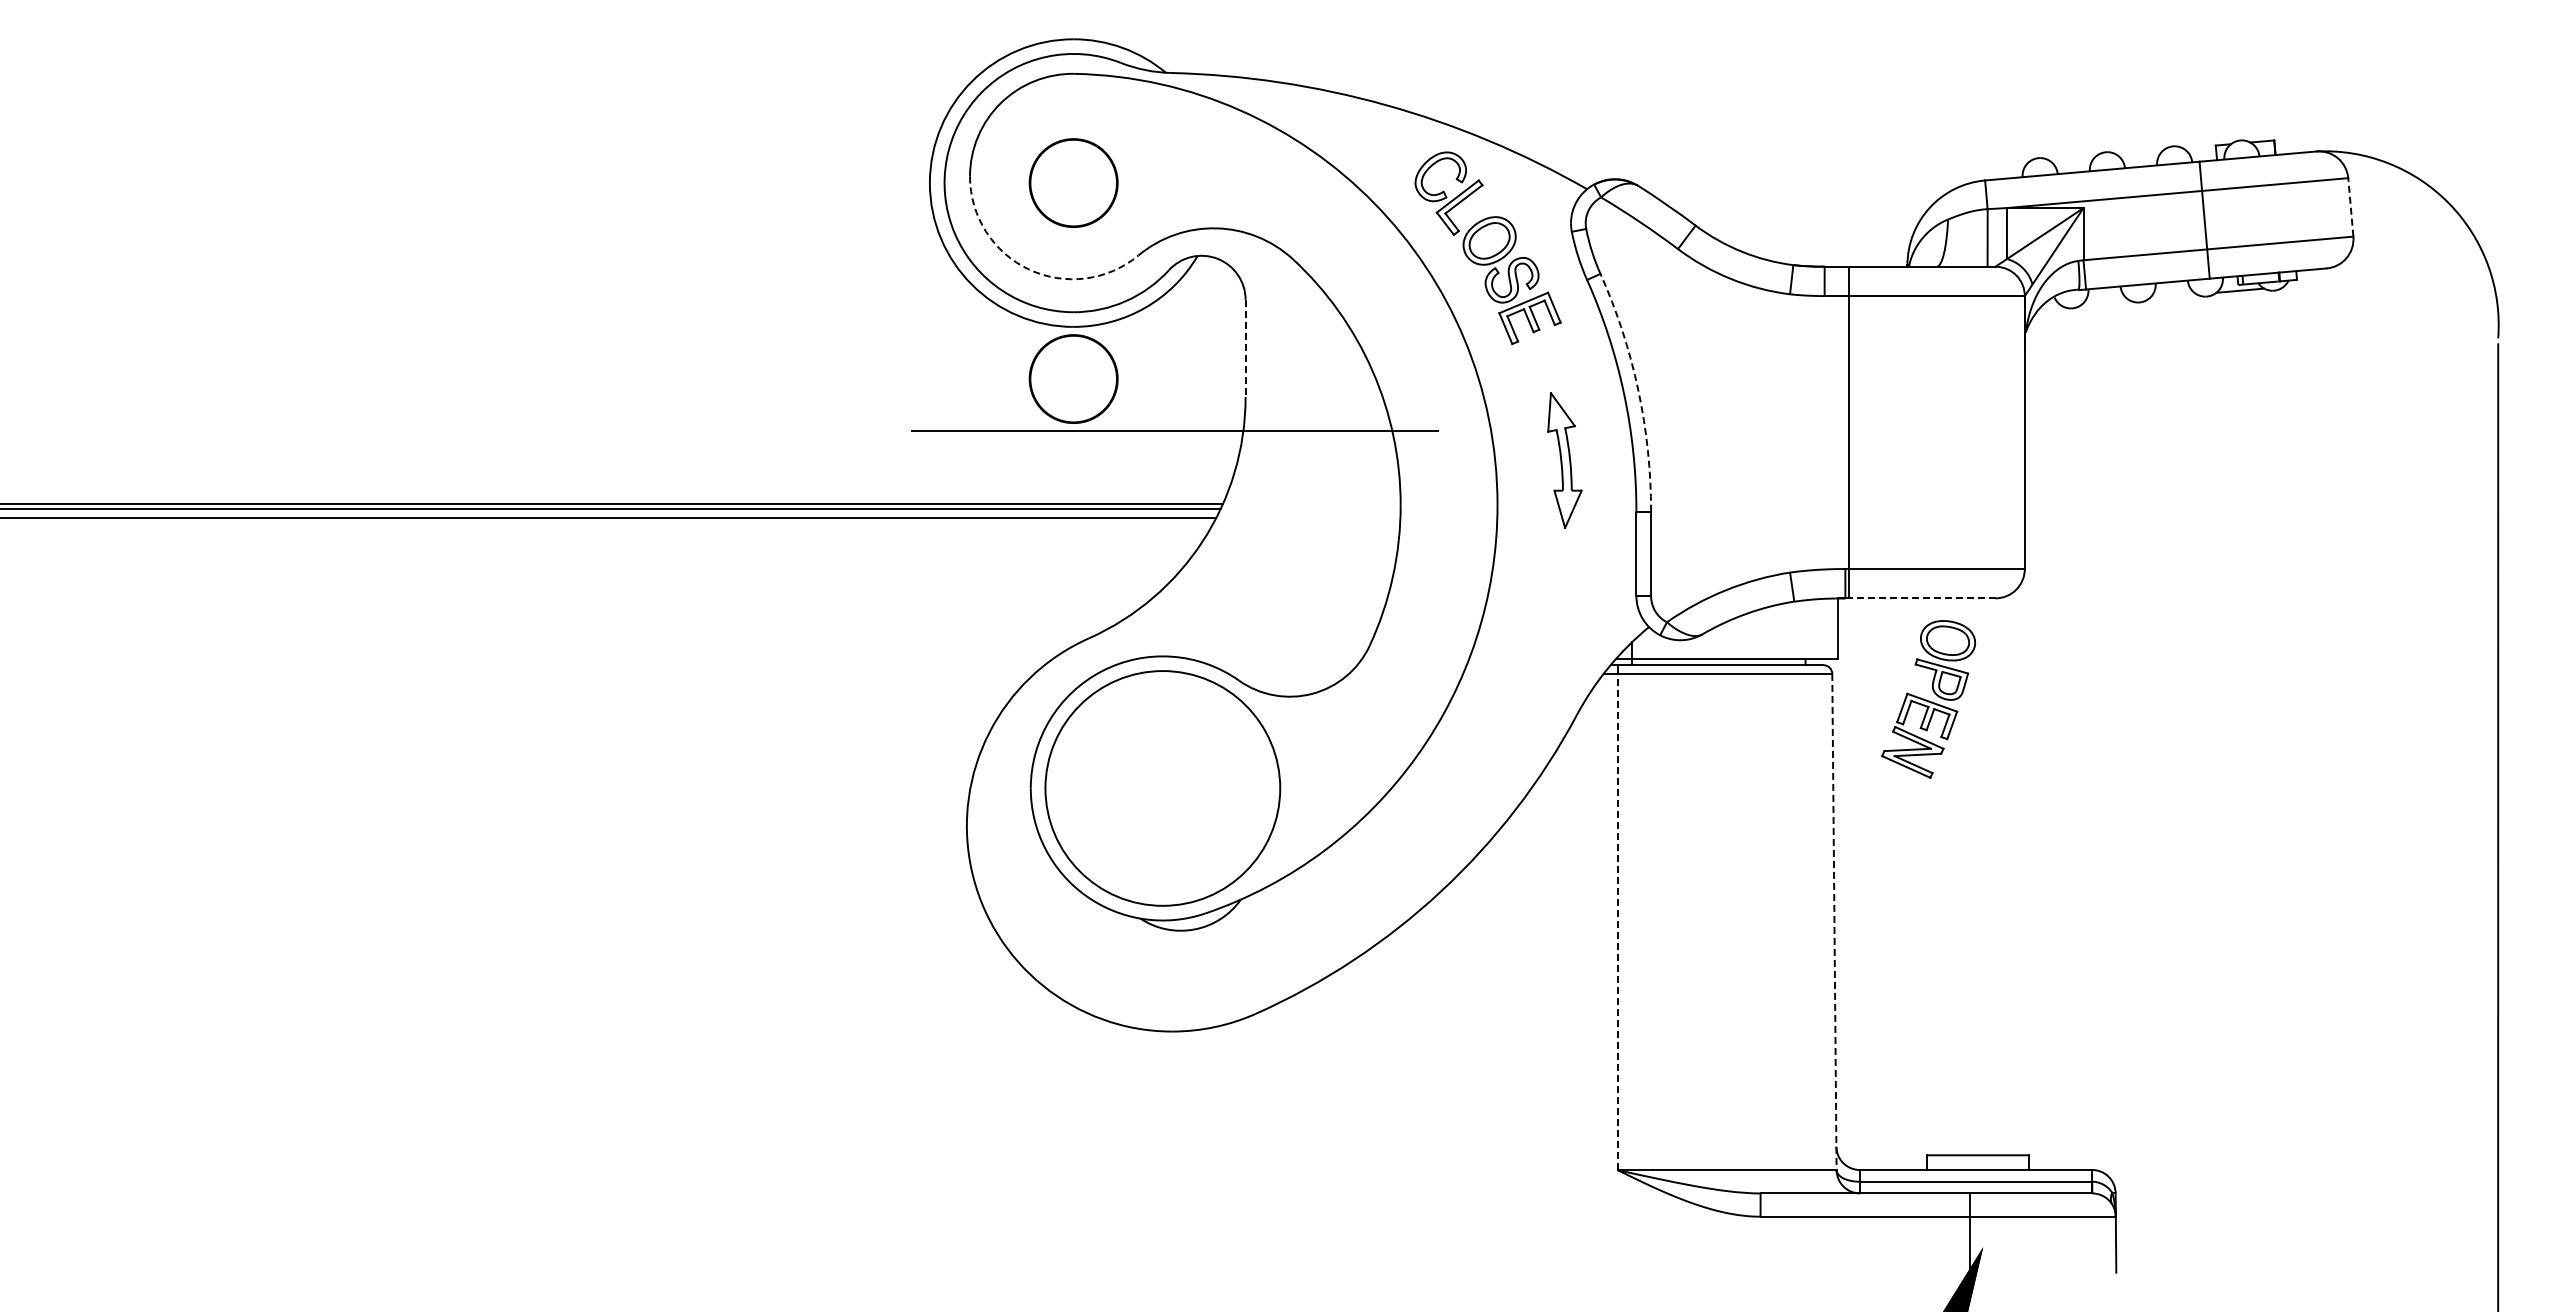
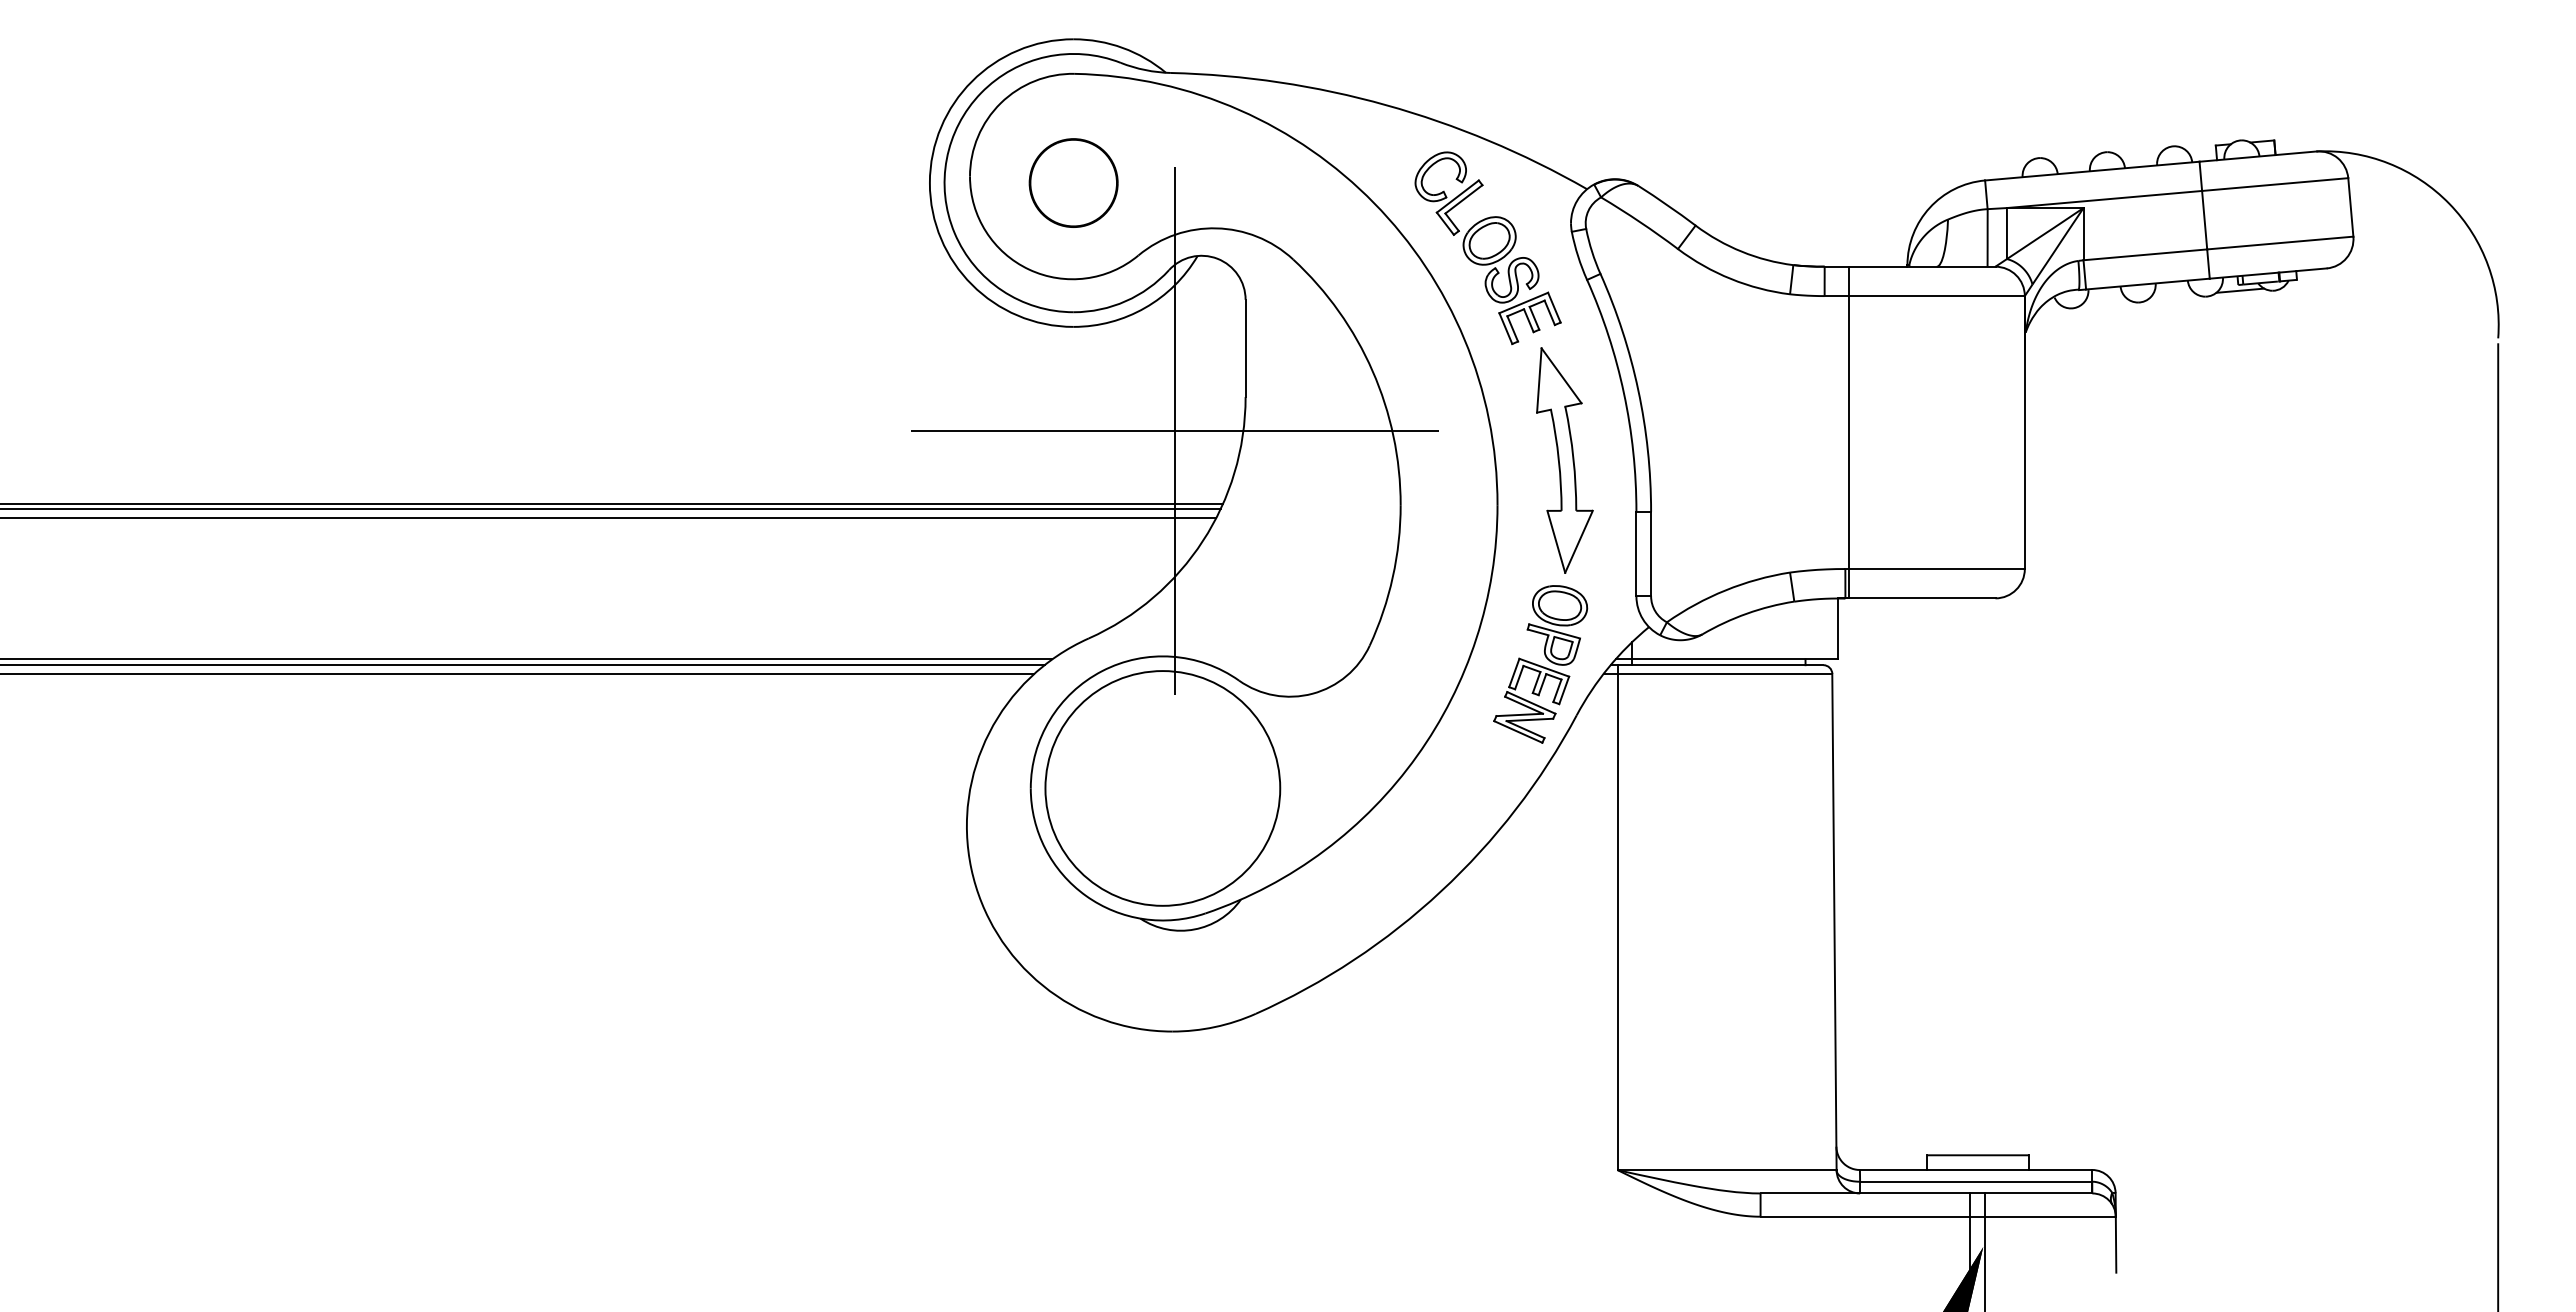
line at (2350, 206): dashed -> solid
arc at (1029, 269): dashed -> solid
line at (1245, 348): dashed -> solid
part at (1073, 378): present -> none
arc at (1638, 390): dashed -> solid
line at (1175, 430): none -> present
part at (1564, 460) size: 36x137 px -> 58x227 px
line at (1921, 598): dashed -> solid
line at (527, 659): none -> present
line at (523, 665): none -> present
line at (518, 673): none -> present
part at (1928, 699) position: (1928, 699) -> (1540, 664)
line at (1617, 921): dashed -> solid
line at (1834, 922): dashed -> solid
line at (1984, 1250): none -> present
